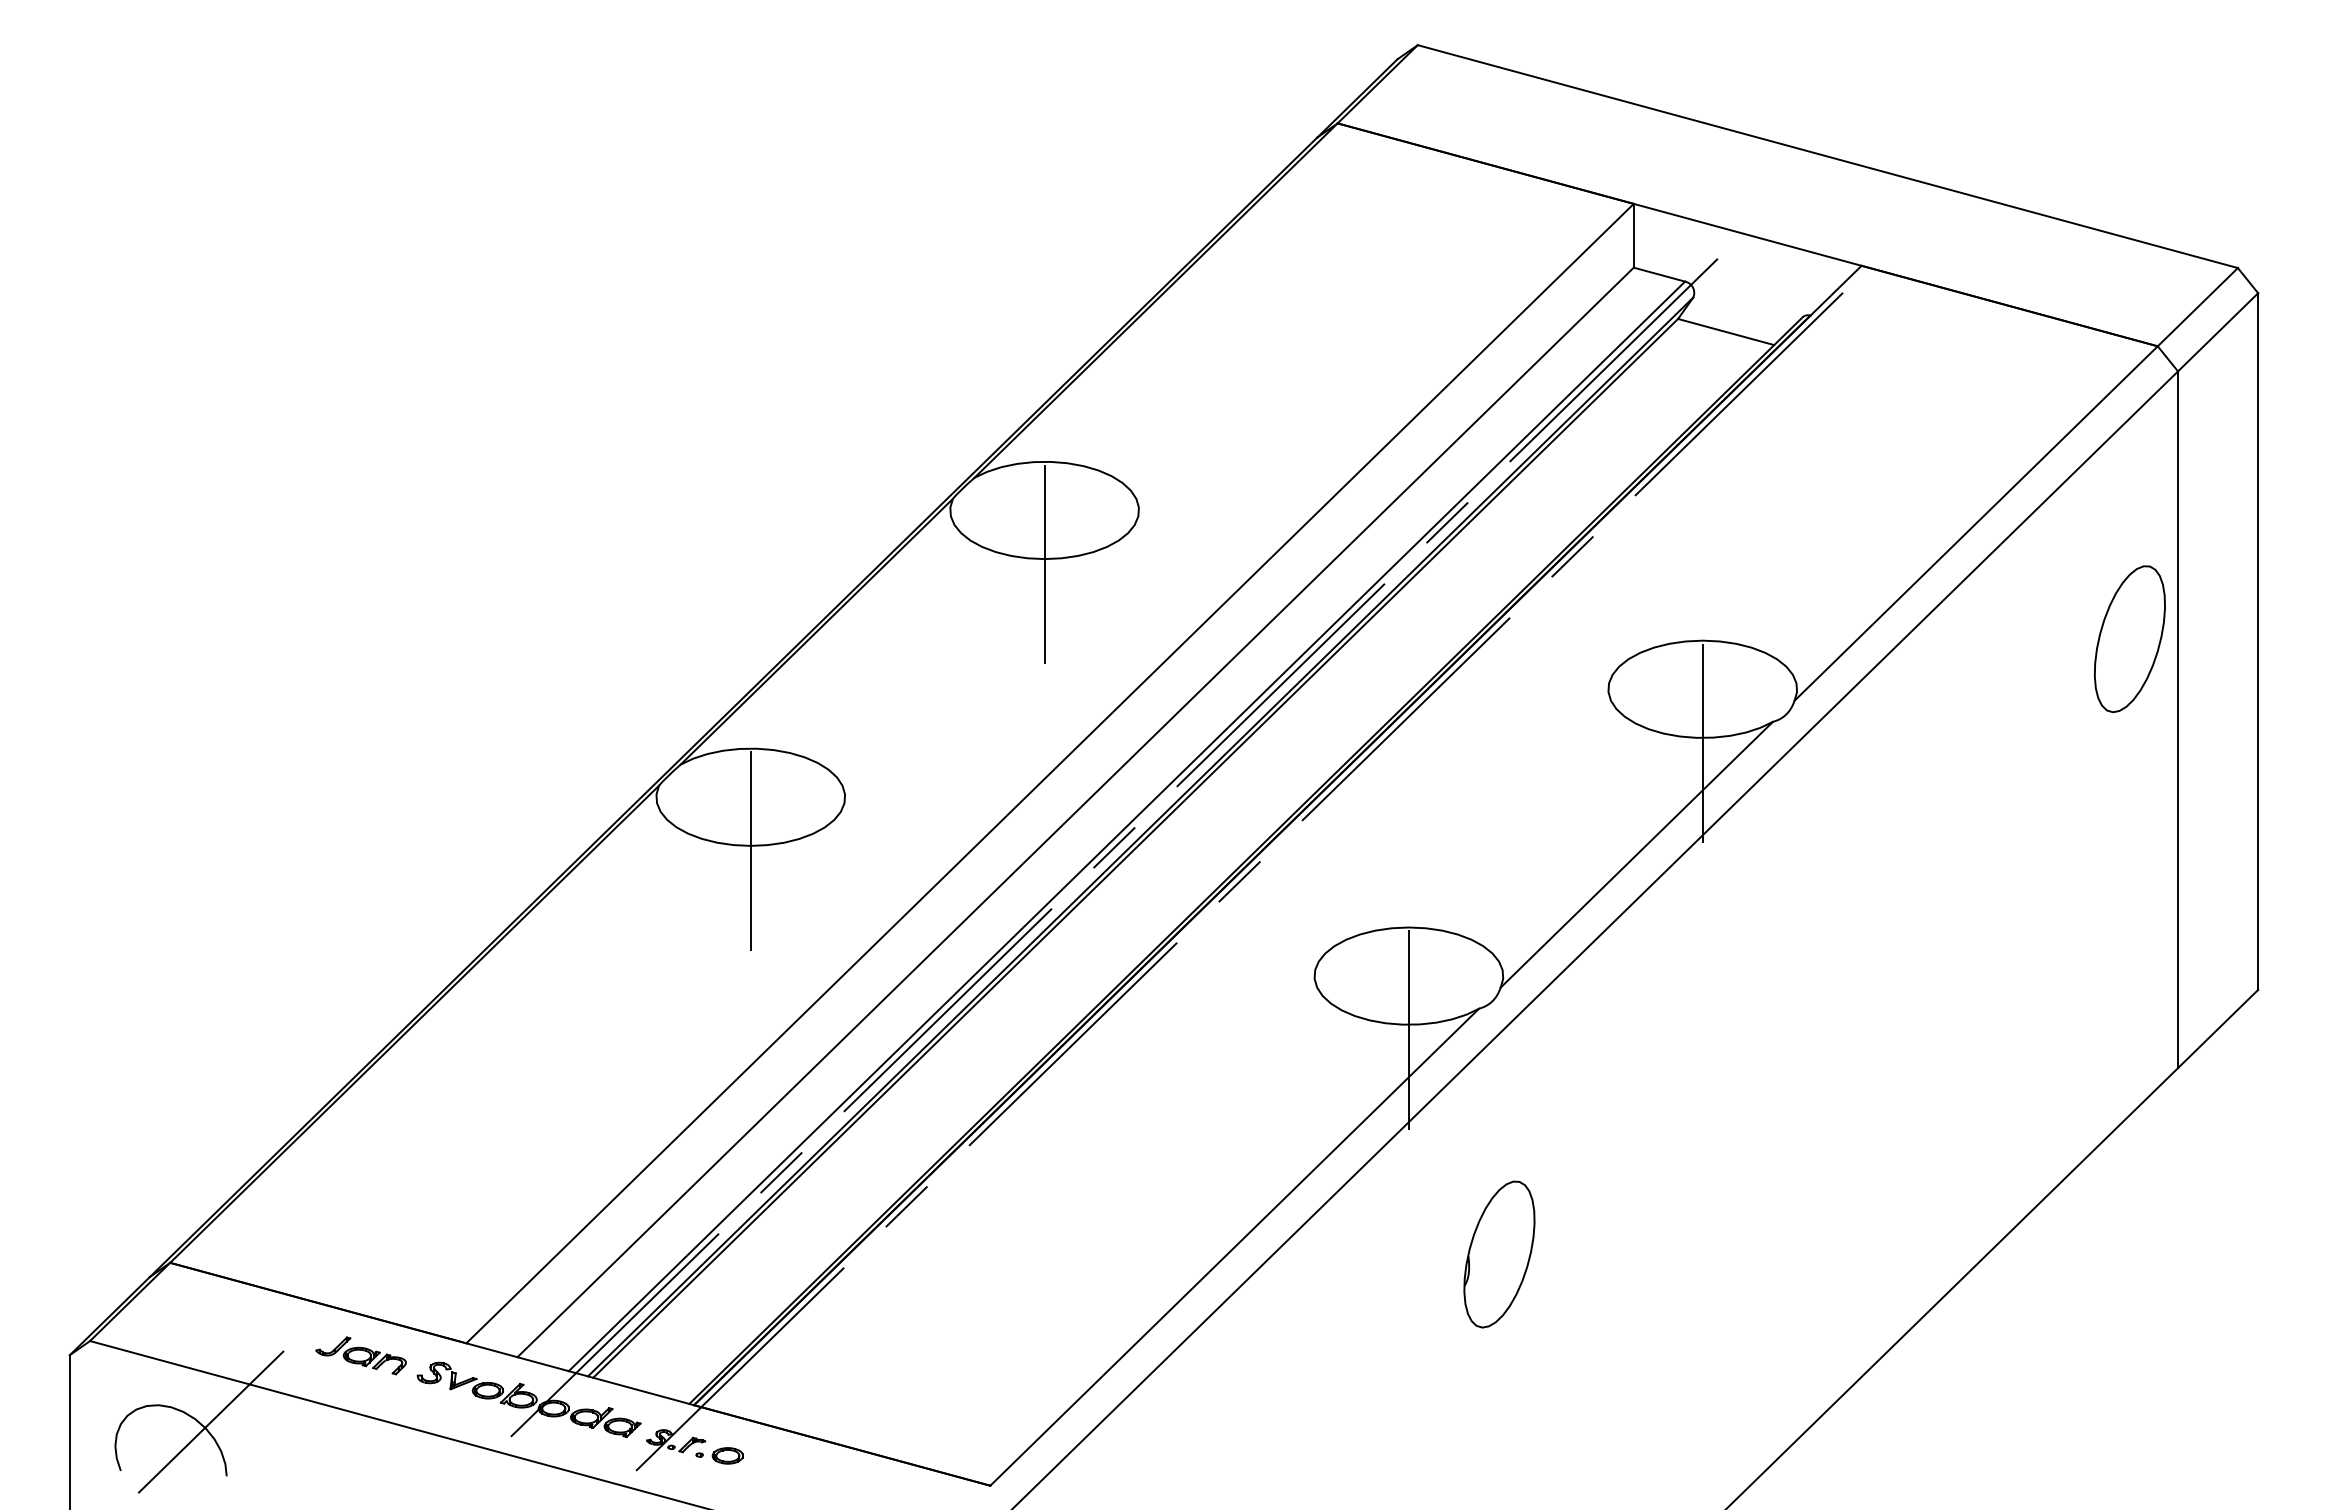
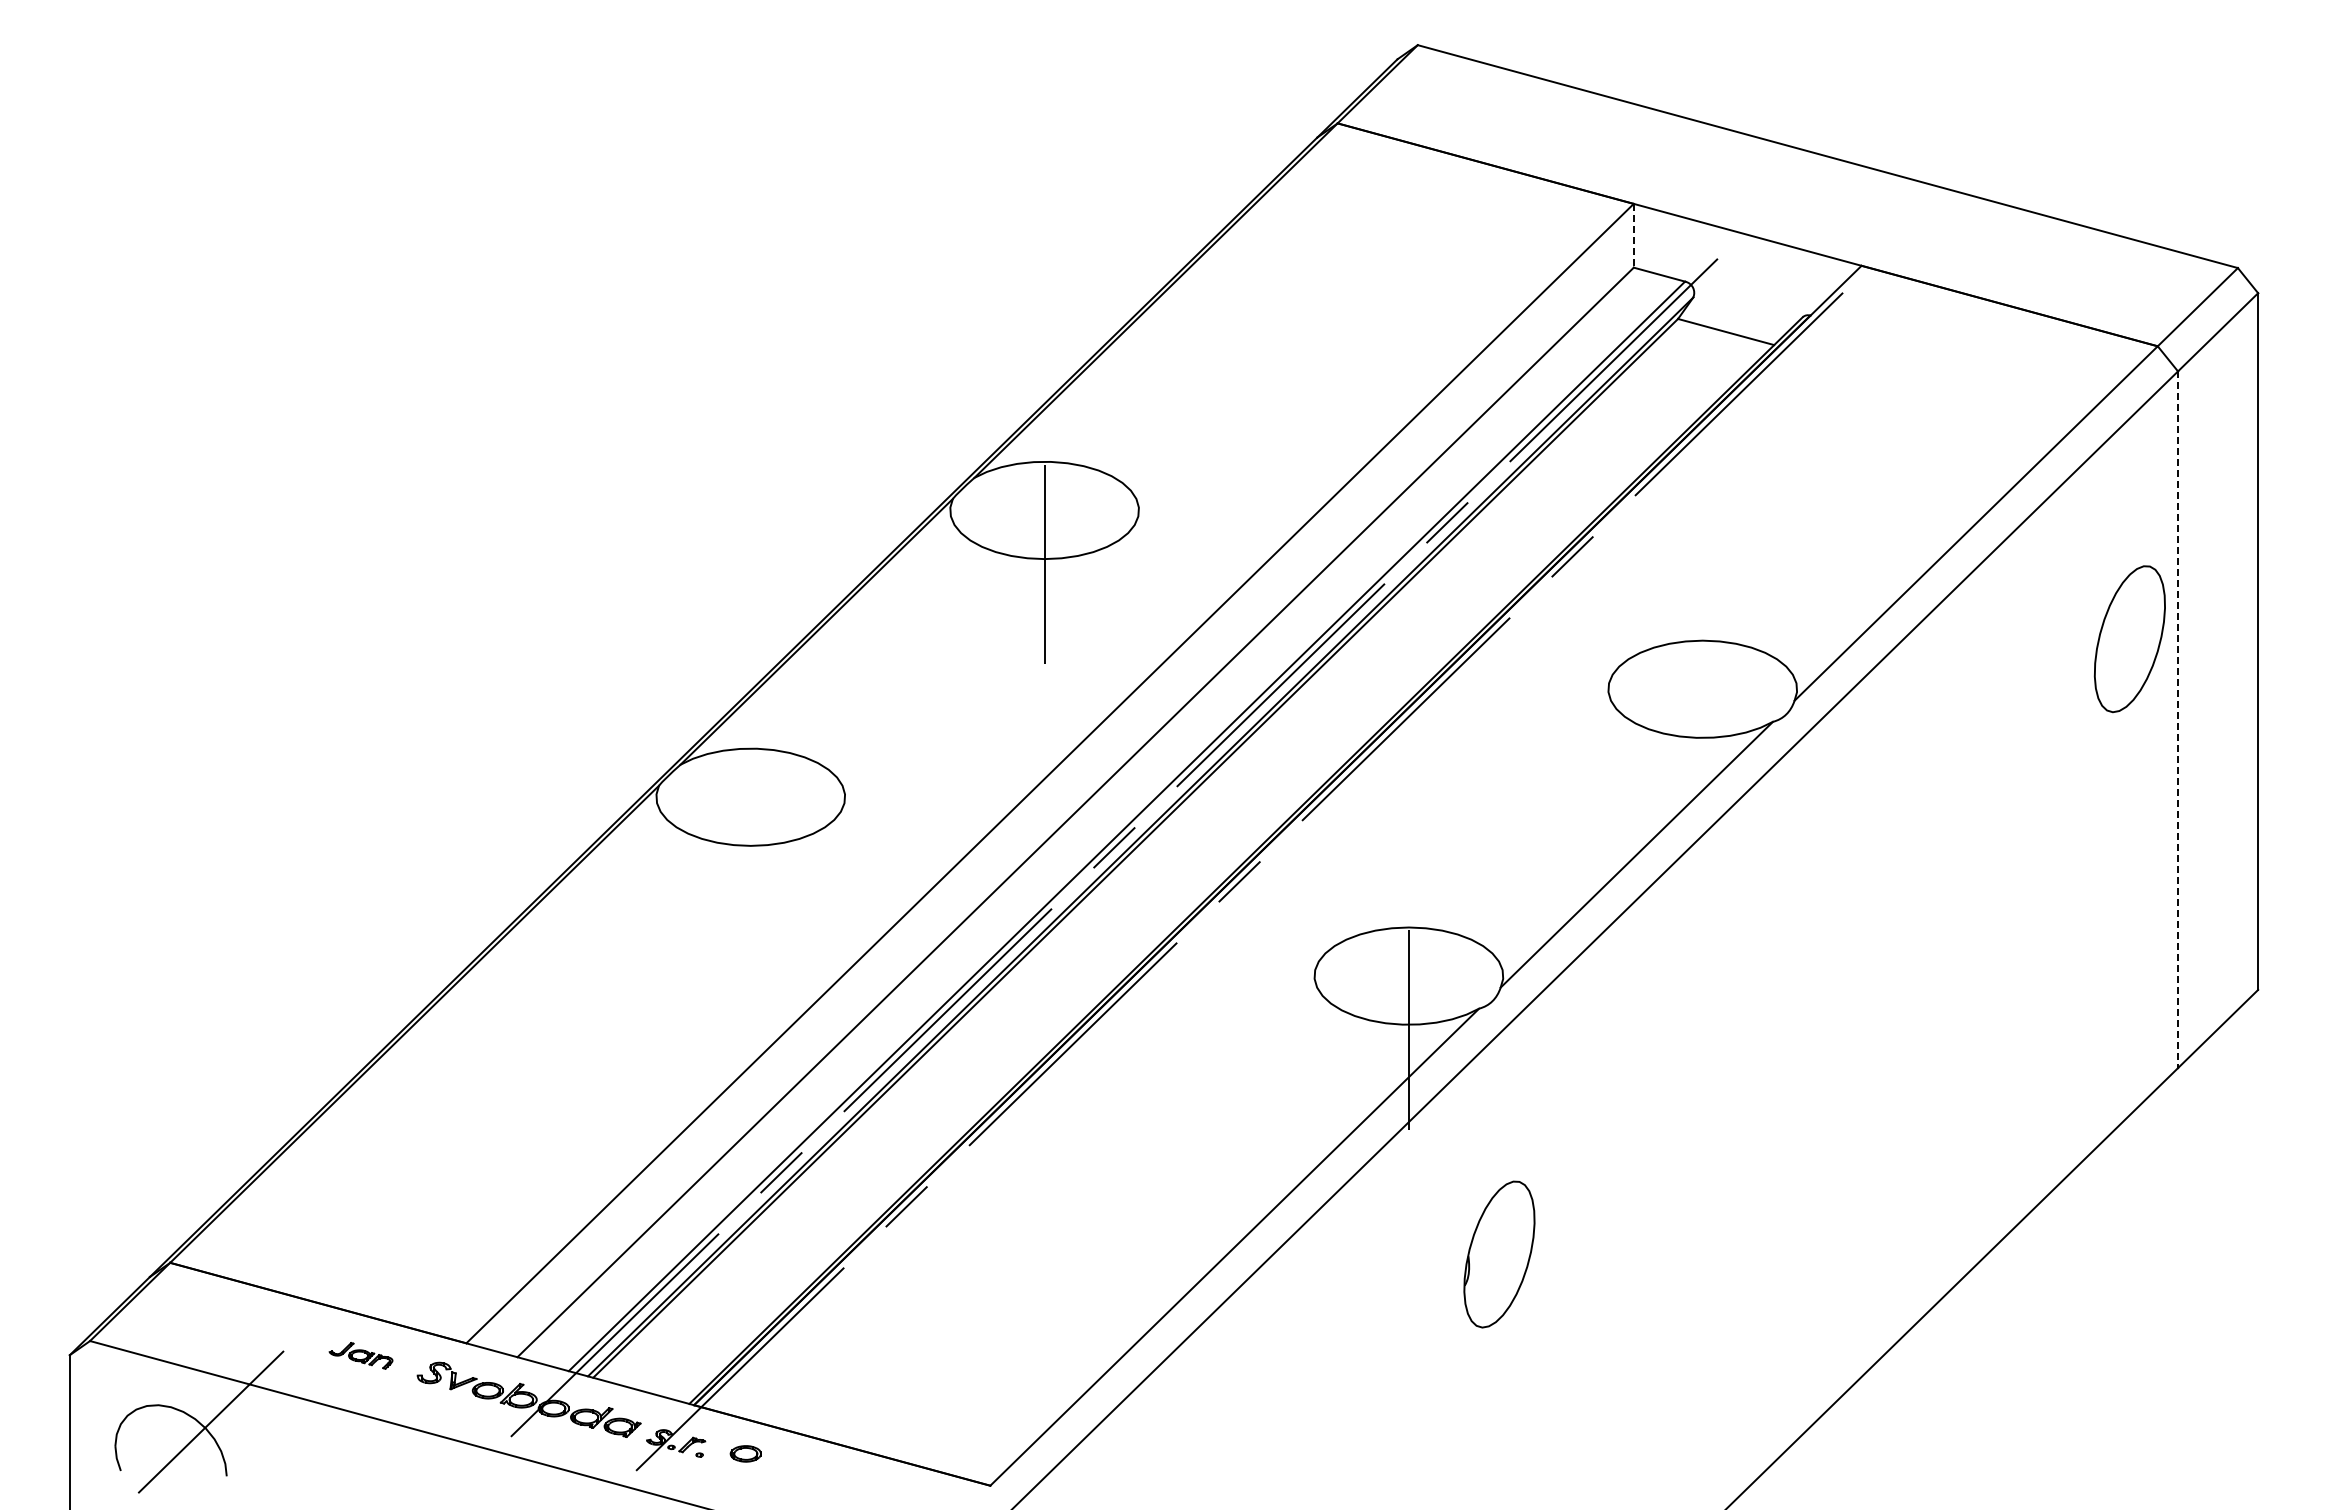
line at (1633, 235): solid -> dashed
line at (2178, 720): solid -> dashed
line at (1702, 743): present -> none
line at (750, 851): present -> none
part at (360, 1355) size: 92x40 px -> 66x28 px
part at (727, 1455) position: (727, 1455) -> (745, 1453)
